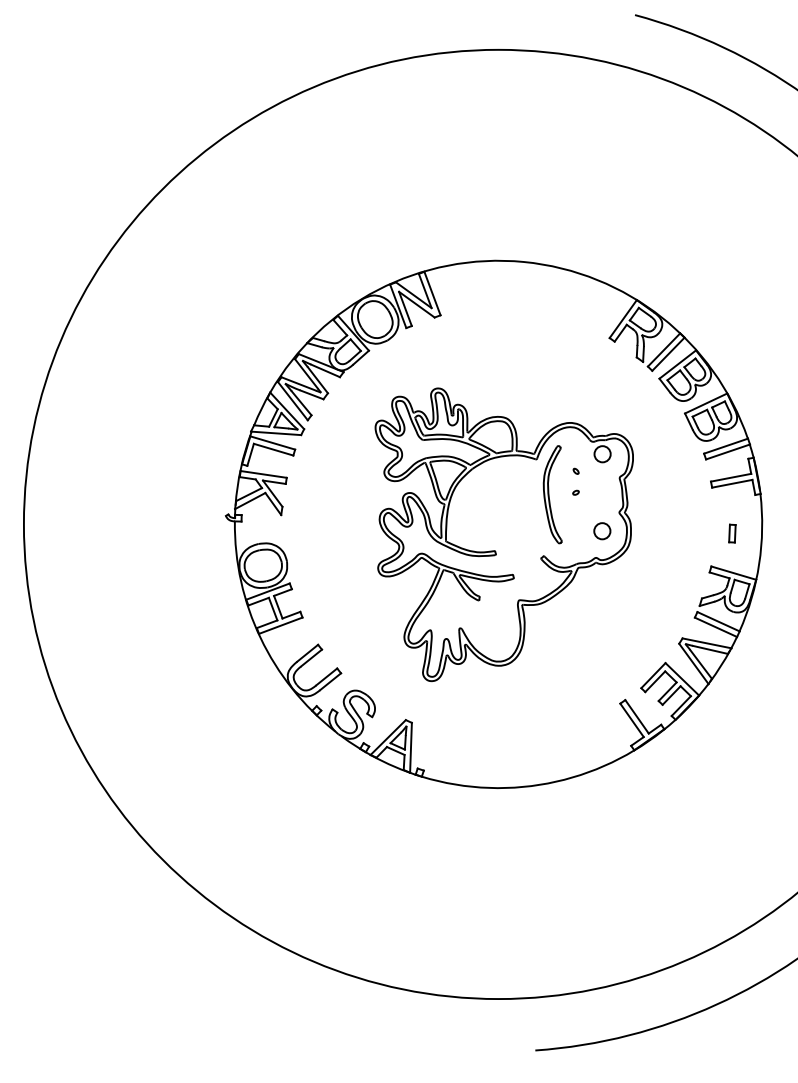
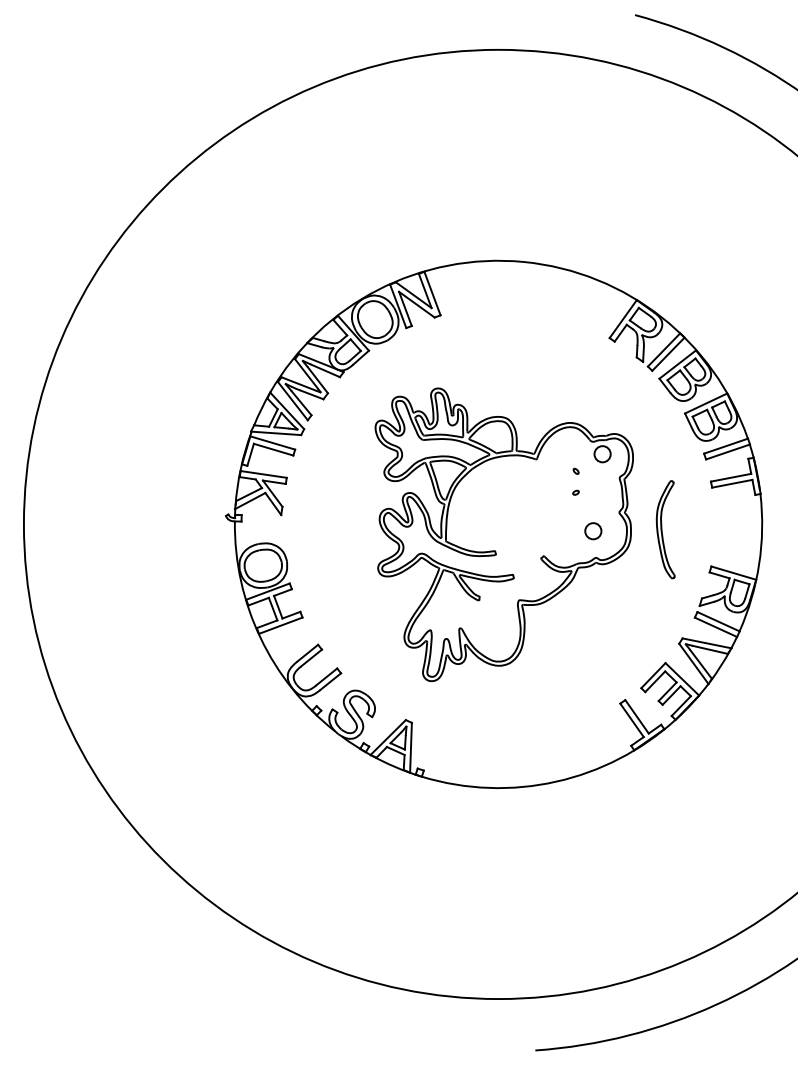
part at (552, 494) position: (552, 494) -> (665, 529)
circle at (602, 531) position: (602, 531) -> (593, 531)
part at (732, 533): present -> none
